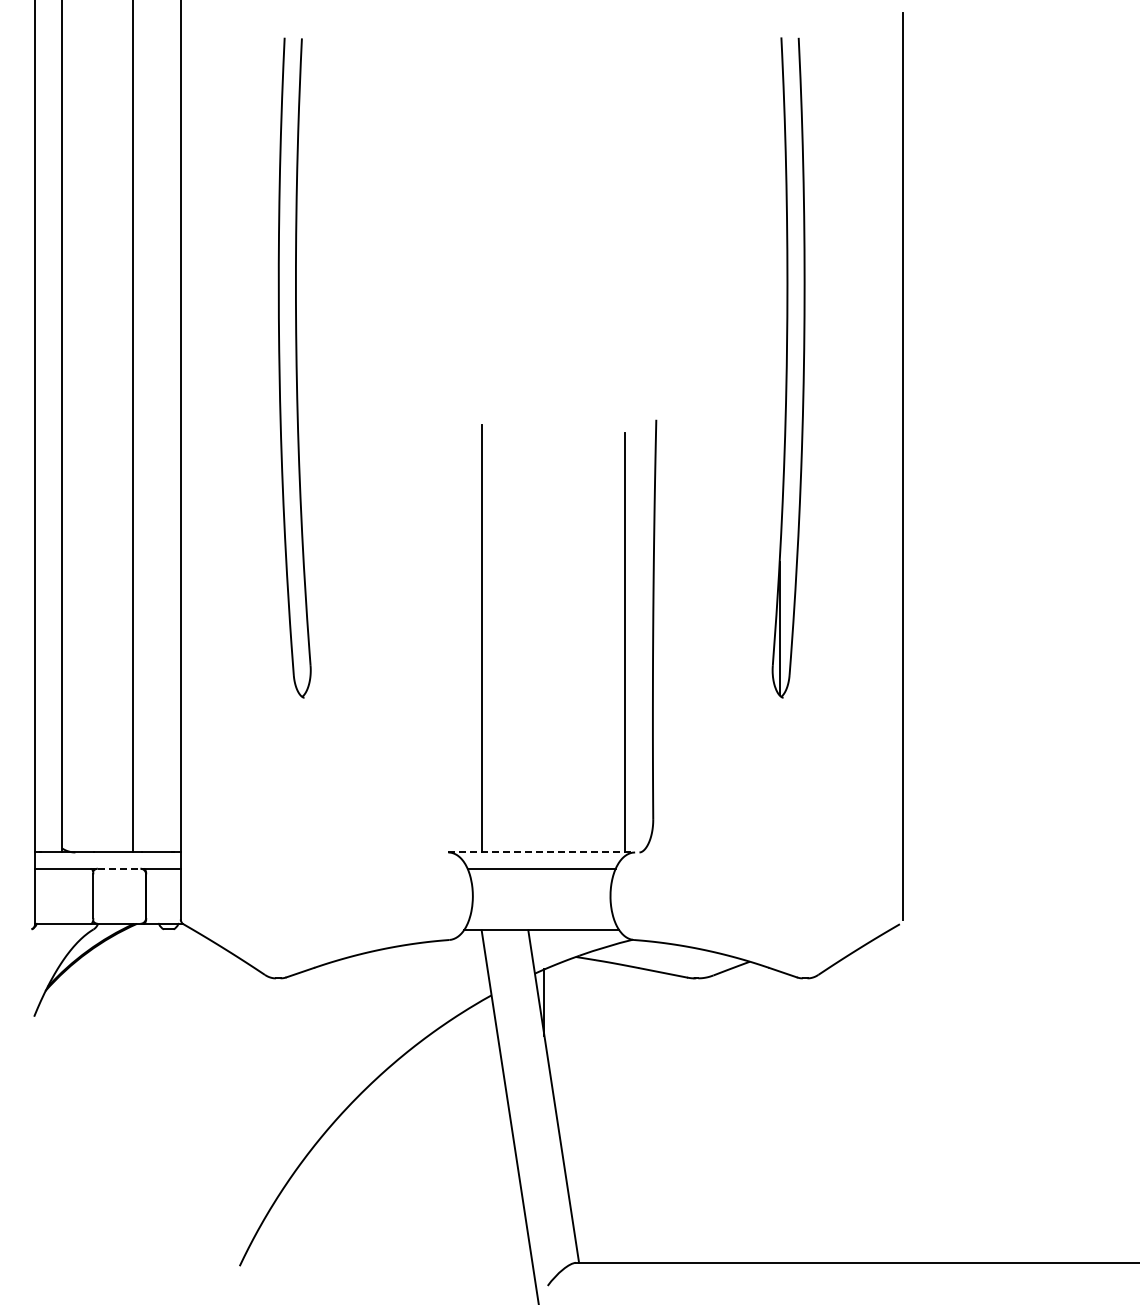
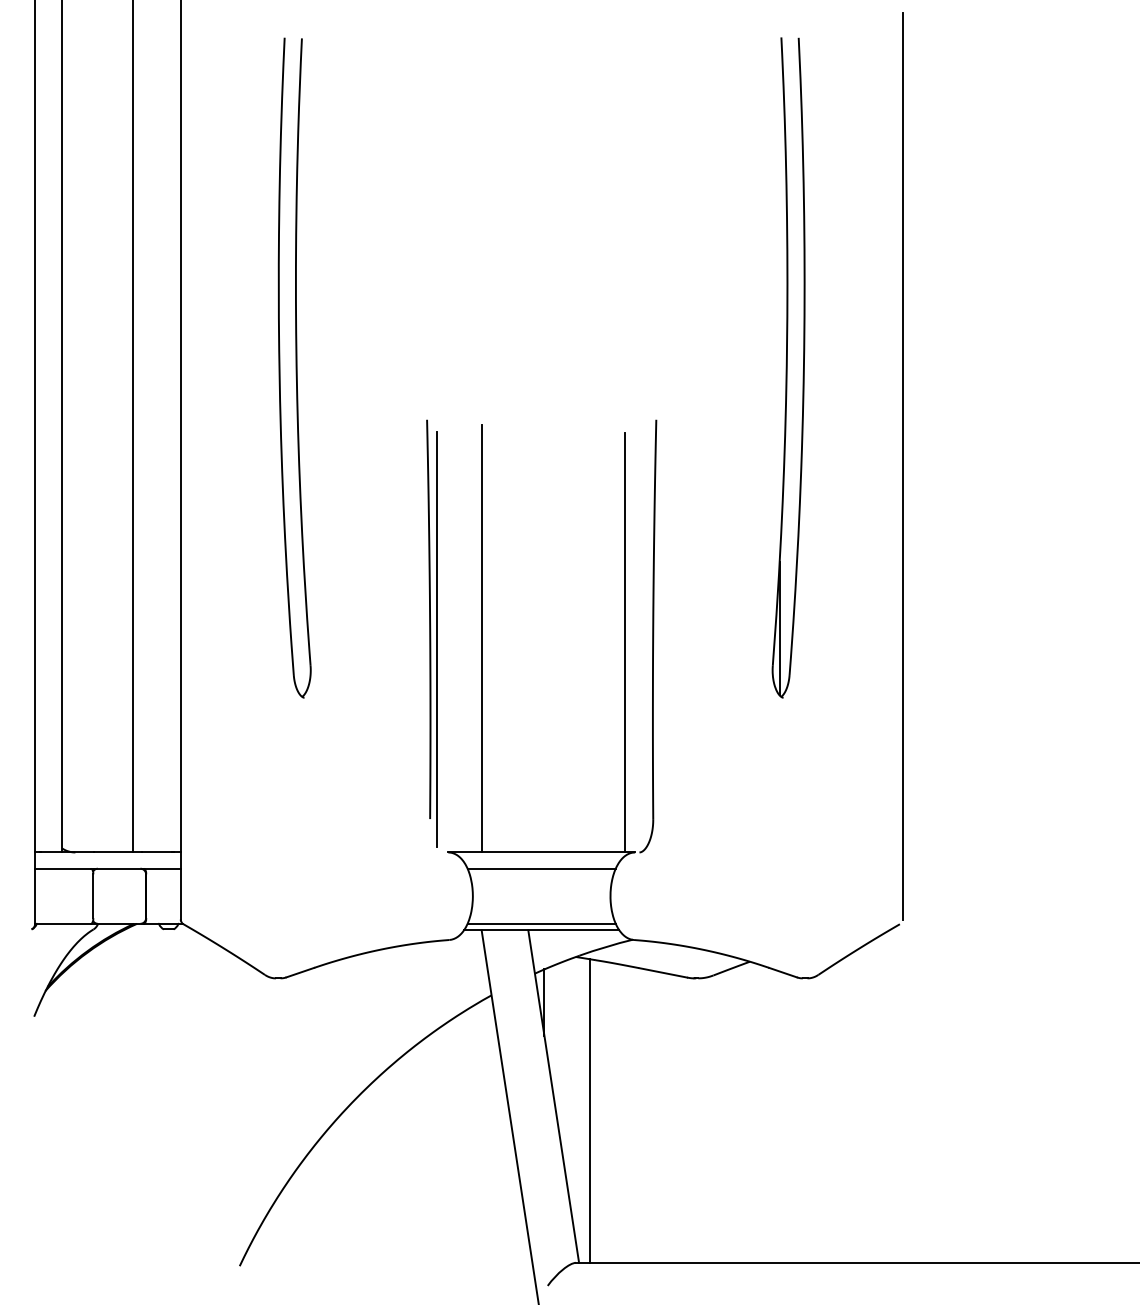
part at (431, 633): none -> present
line at (542, 852): dashed -> solid
line at (119, 868): dashed -> solid
line at (541, 923): none -> present
line at (590, 1110): none -> present
